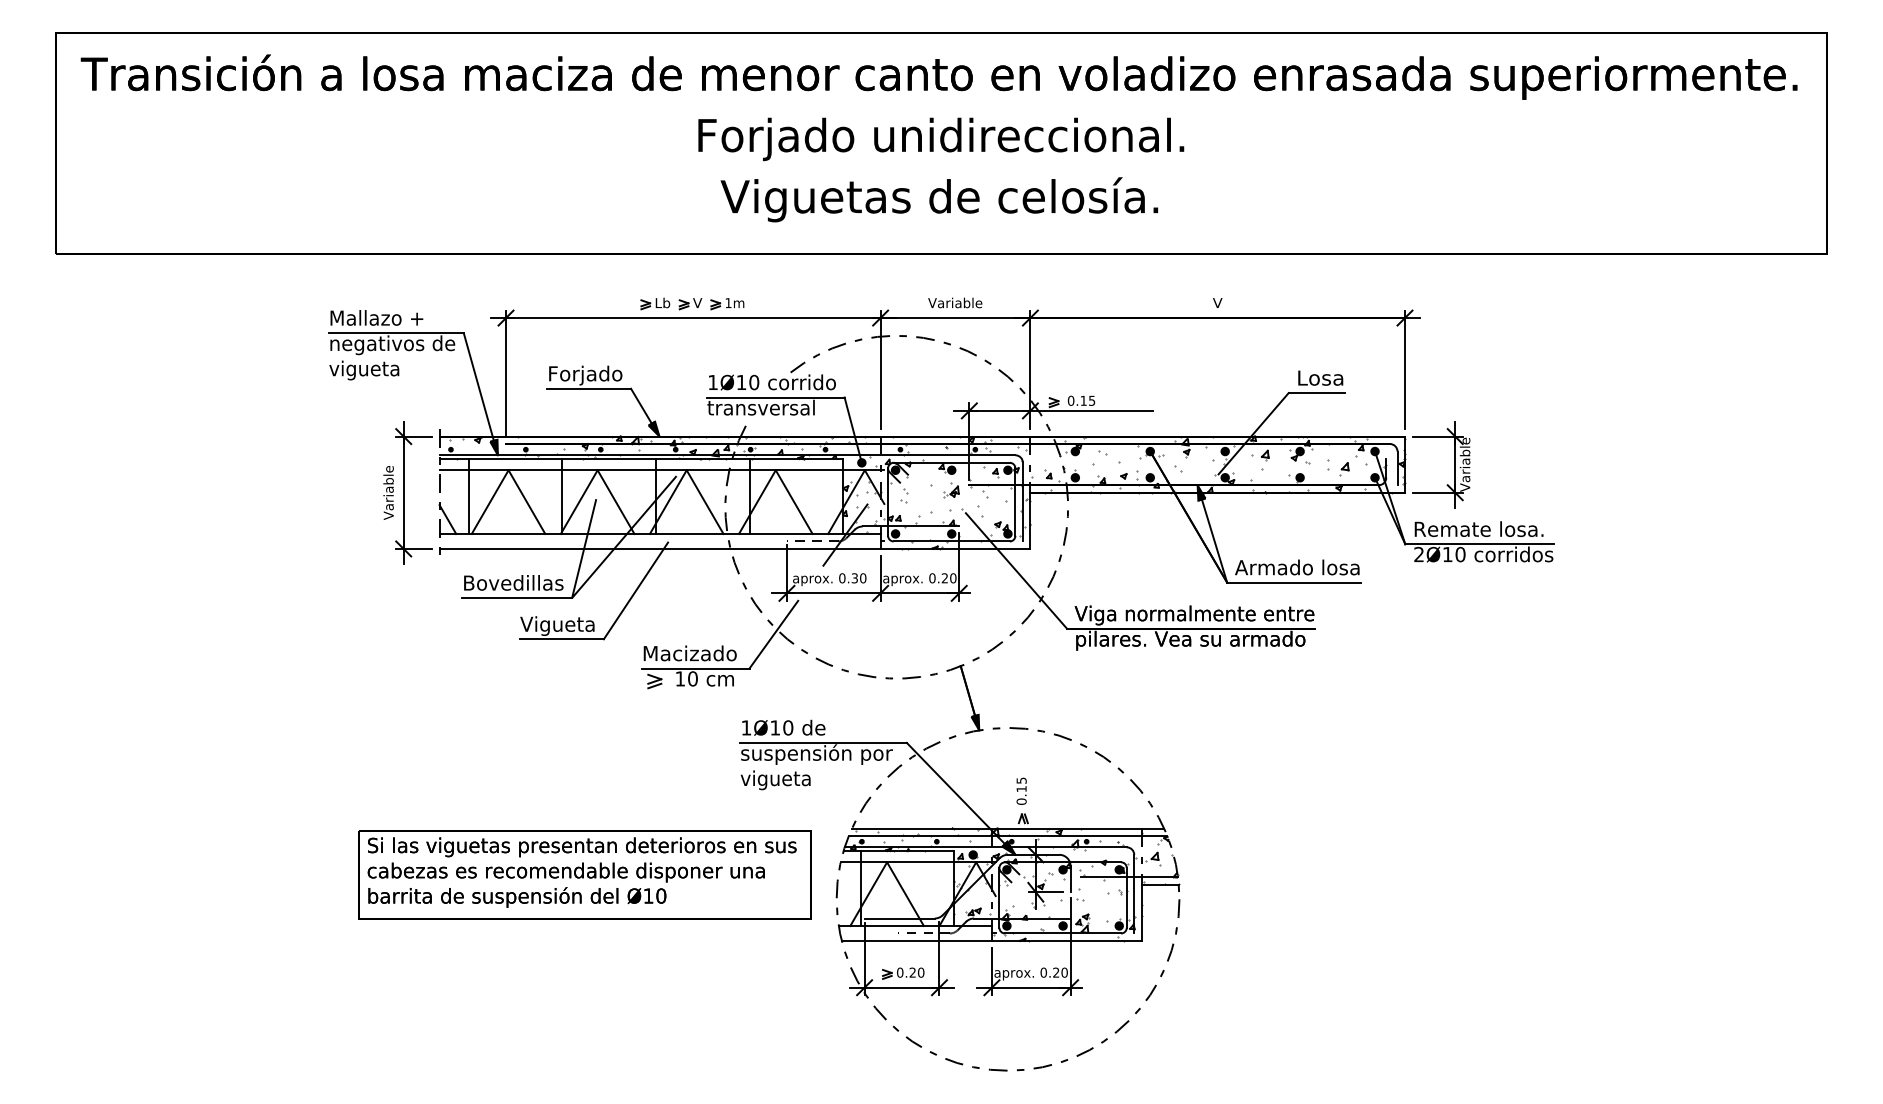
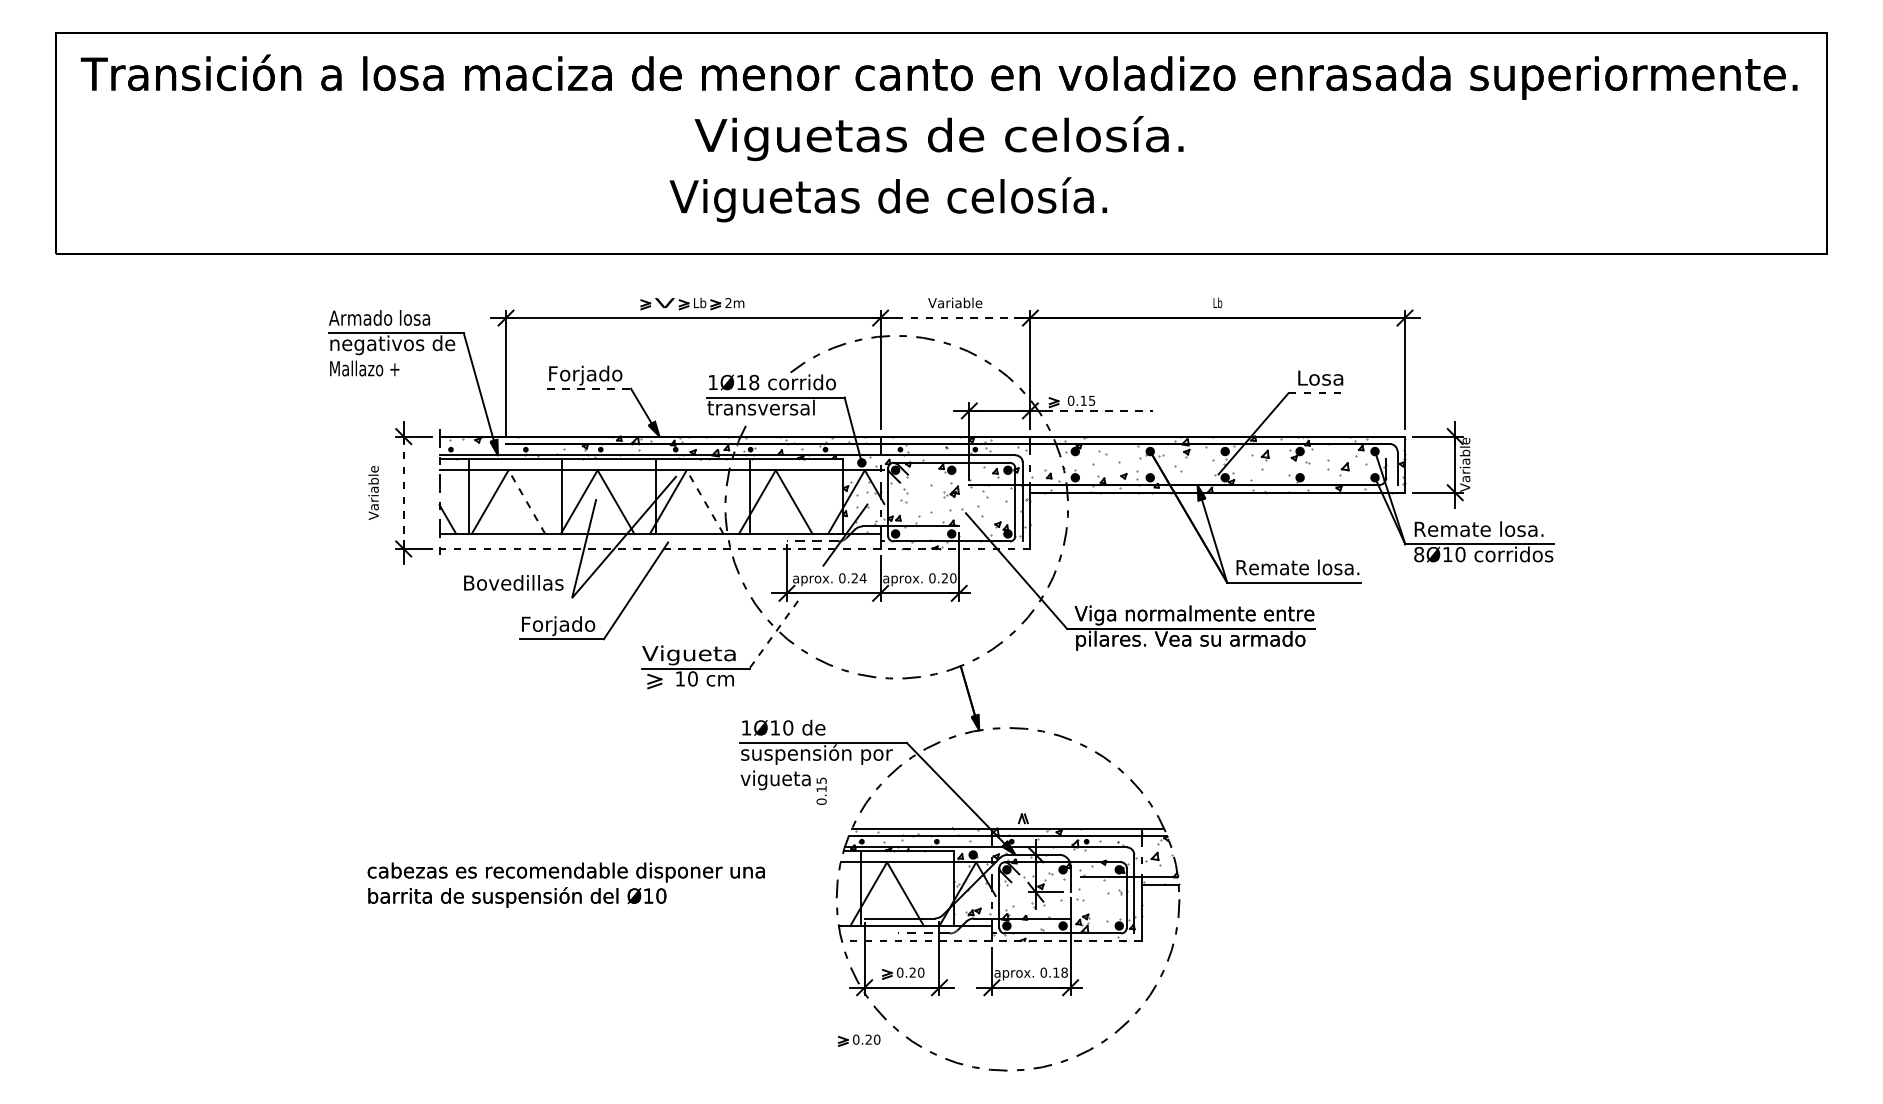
text at (939, 138): Forjado unidireccional. -> Viguetas de celosía.
text at (939, 199) position: (939, 199) -> (888, 199)
text at (664, 302): Lb -> V
text at (699, 302): V -> Lb
text at (728, 302): 1m -> 2m
text at (1217, 302): V -> Lb
text at (379, 317): Mallazo + -> Armado losa
line at (955, 318): solid -> dashed
text at (364, 370): vigueta -> Mallazo +
text at (754, 382): 1Ø10 -> 1Ø18
line at (589, 388): solid -> dashed
line at (1317, 393): solid -> dashed
line at (1099, 410): solid -> dashed
text at (388, 492) position: (388, 492) -> (373, 492)
line at (403, 492): solid -> dashed
line at (526, 502): solid -> dashed
line at (705, 502): solid -> dashed
line at (734, 548): solid -> dashed
text at (1419, 554): 2Ø10 -> 8Ø10
text at (1297, 567): Armado losa -> Remate losa.
text at (858, 578): 0.30 -> 0.24
line at (517, 598): present -> none
text at (557, 625): Vigueta -> Forjado
line at (773, 634): solid -> dashed
text at (689, 655): Macizado -> Vigueta
text at (1021, 790) position: (1021, 790) -> (821, 790)
part at (584, 874): present -> none
line at (991, 940): solid -> dashed
text at (1060, 972): 0.20 -> 0.18
part at (859, 1040): none -> present
